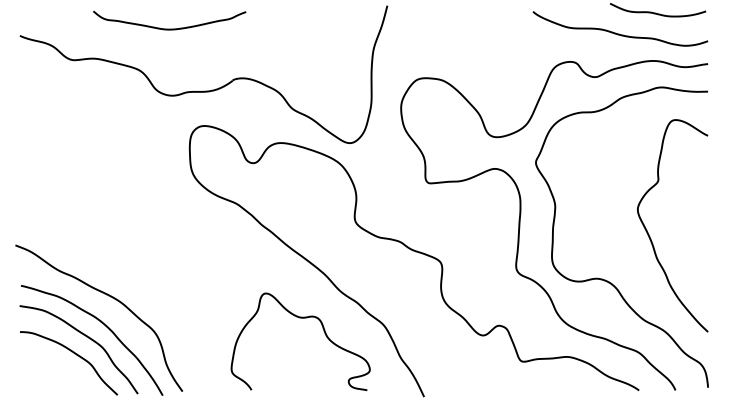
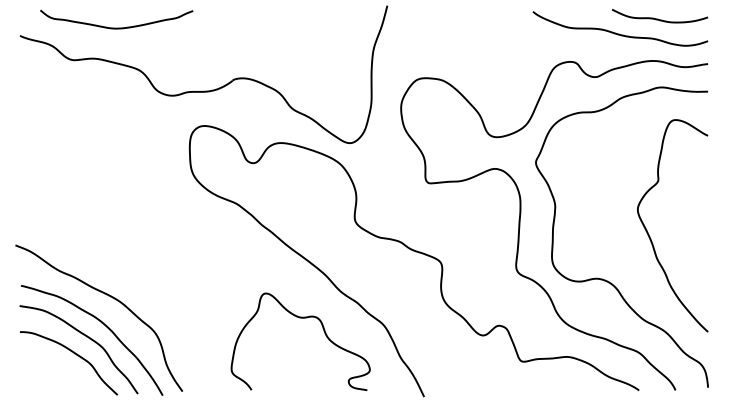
curve at (656, 12) position: (656, 12) -> (658, 18)
curve at (169, 28) position: (169, 28) -> (116, 27)
